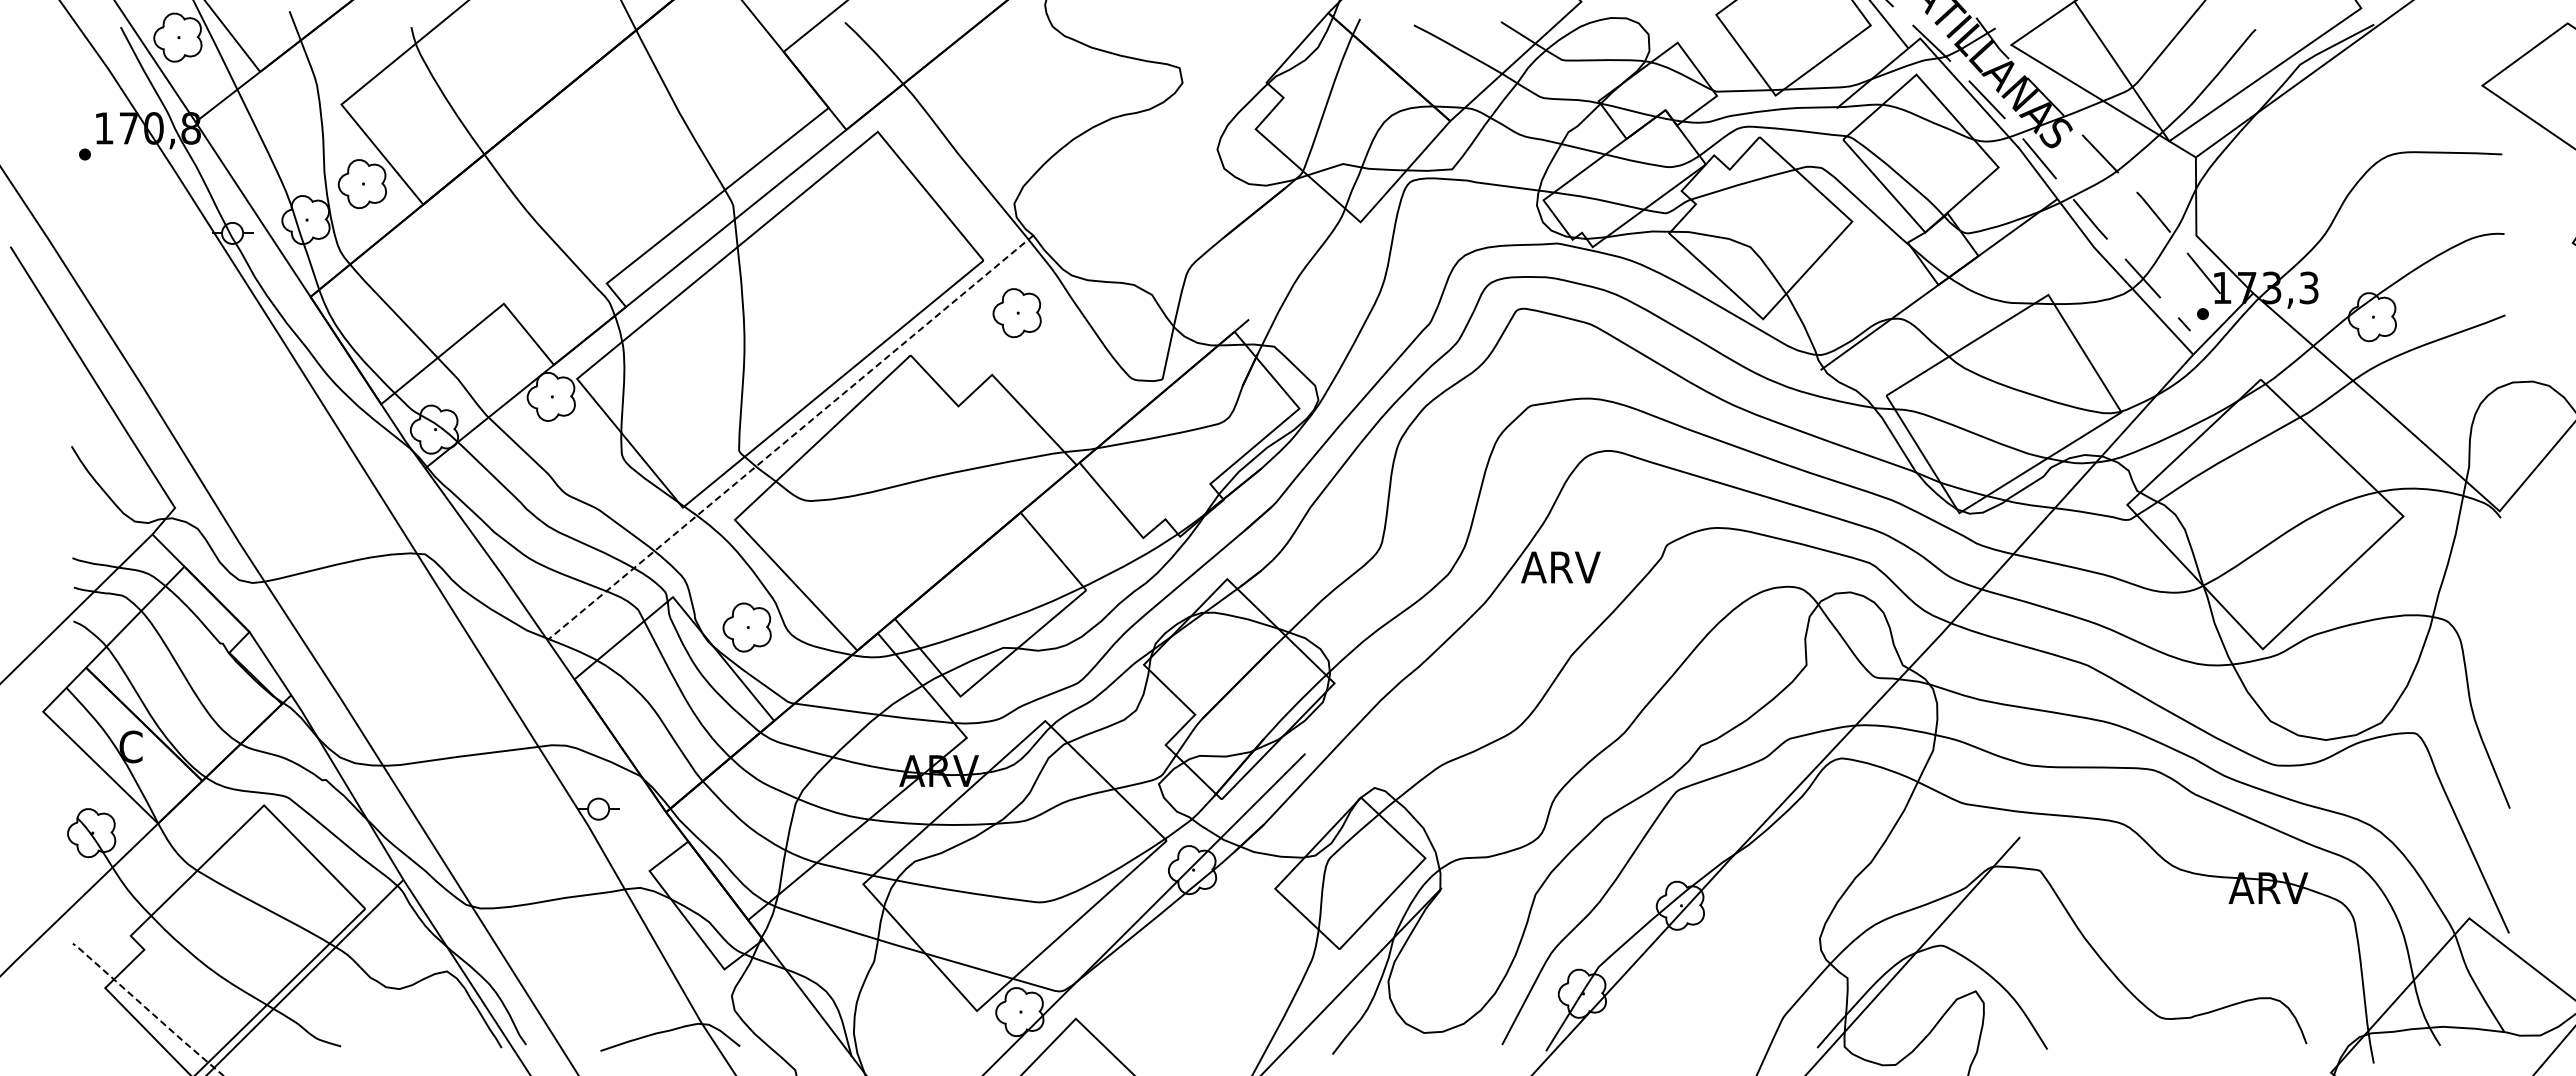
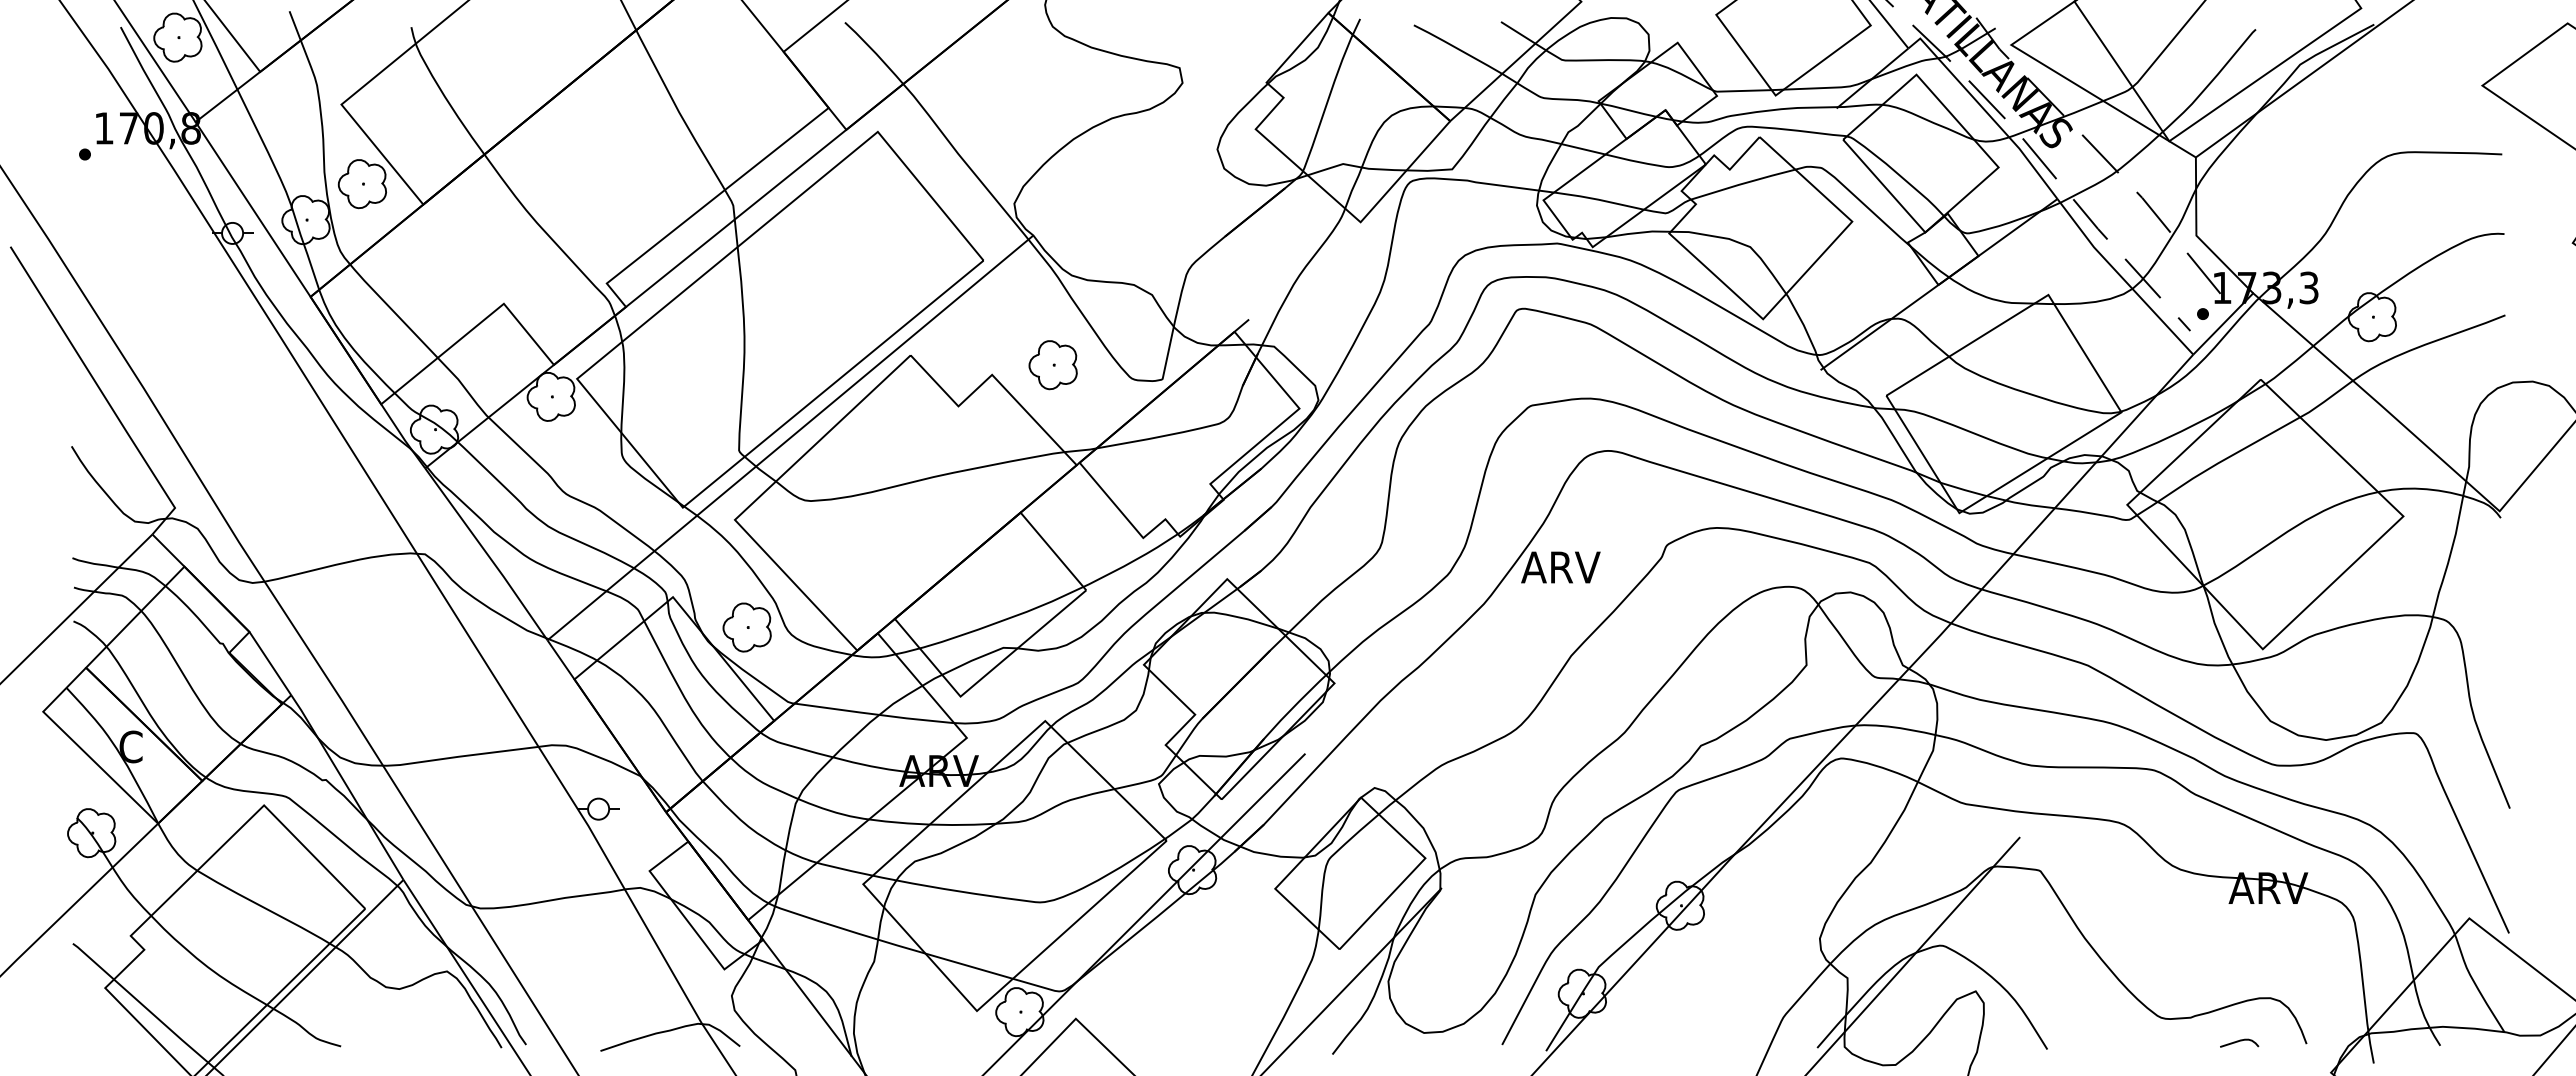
part at (1016, 313) position: (1016, 313) -> (1052, 365)
line at (790, 438): dashed -> solid
line at (147, 1009): dashed -> solid
curve at (2239, 1041): none -> present
